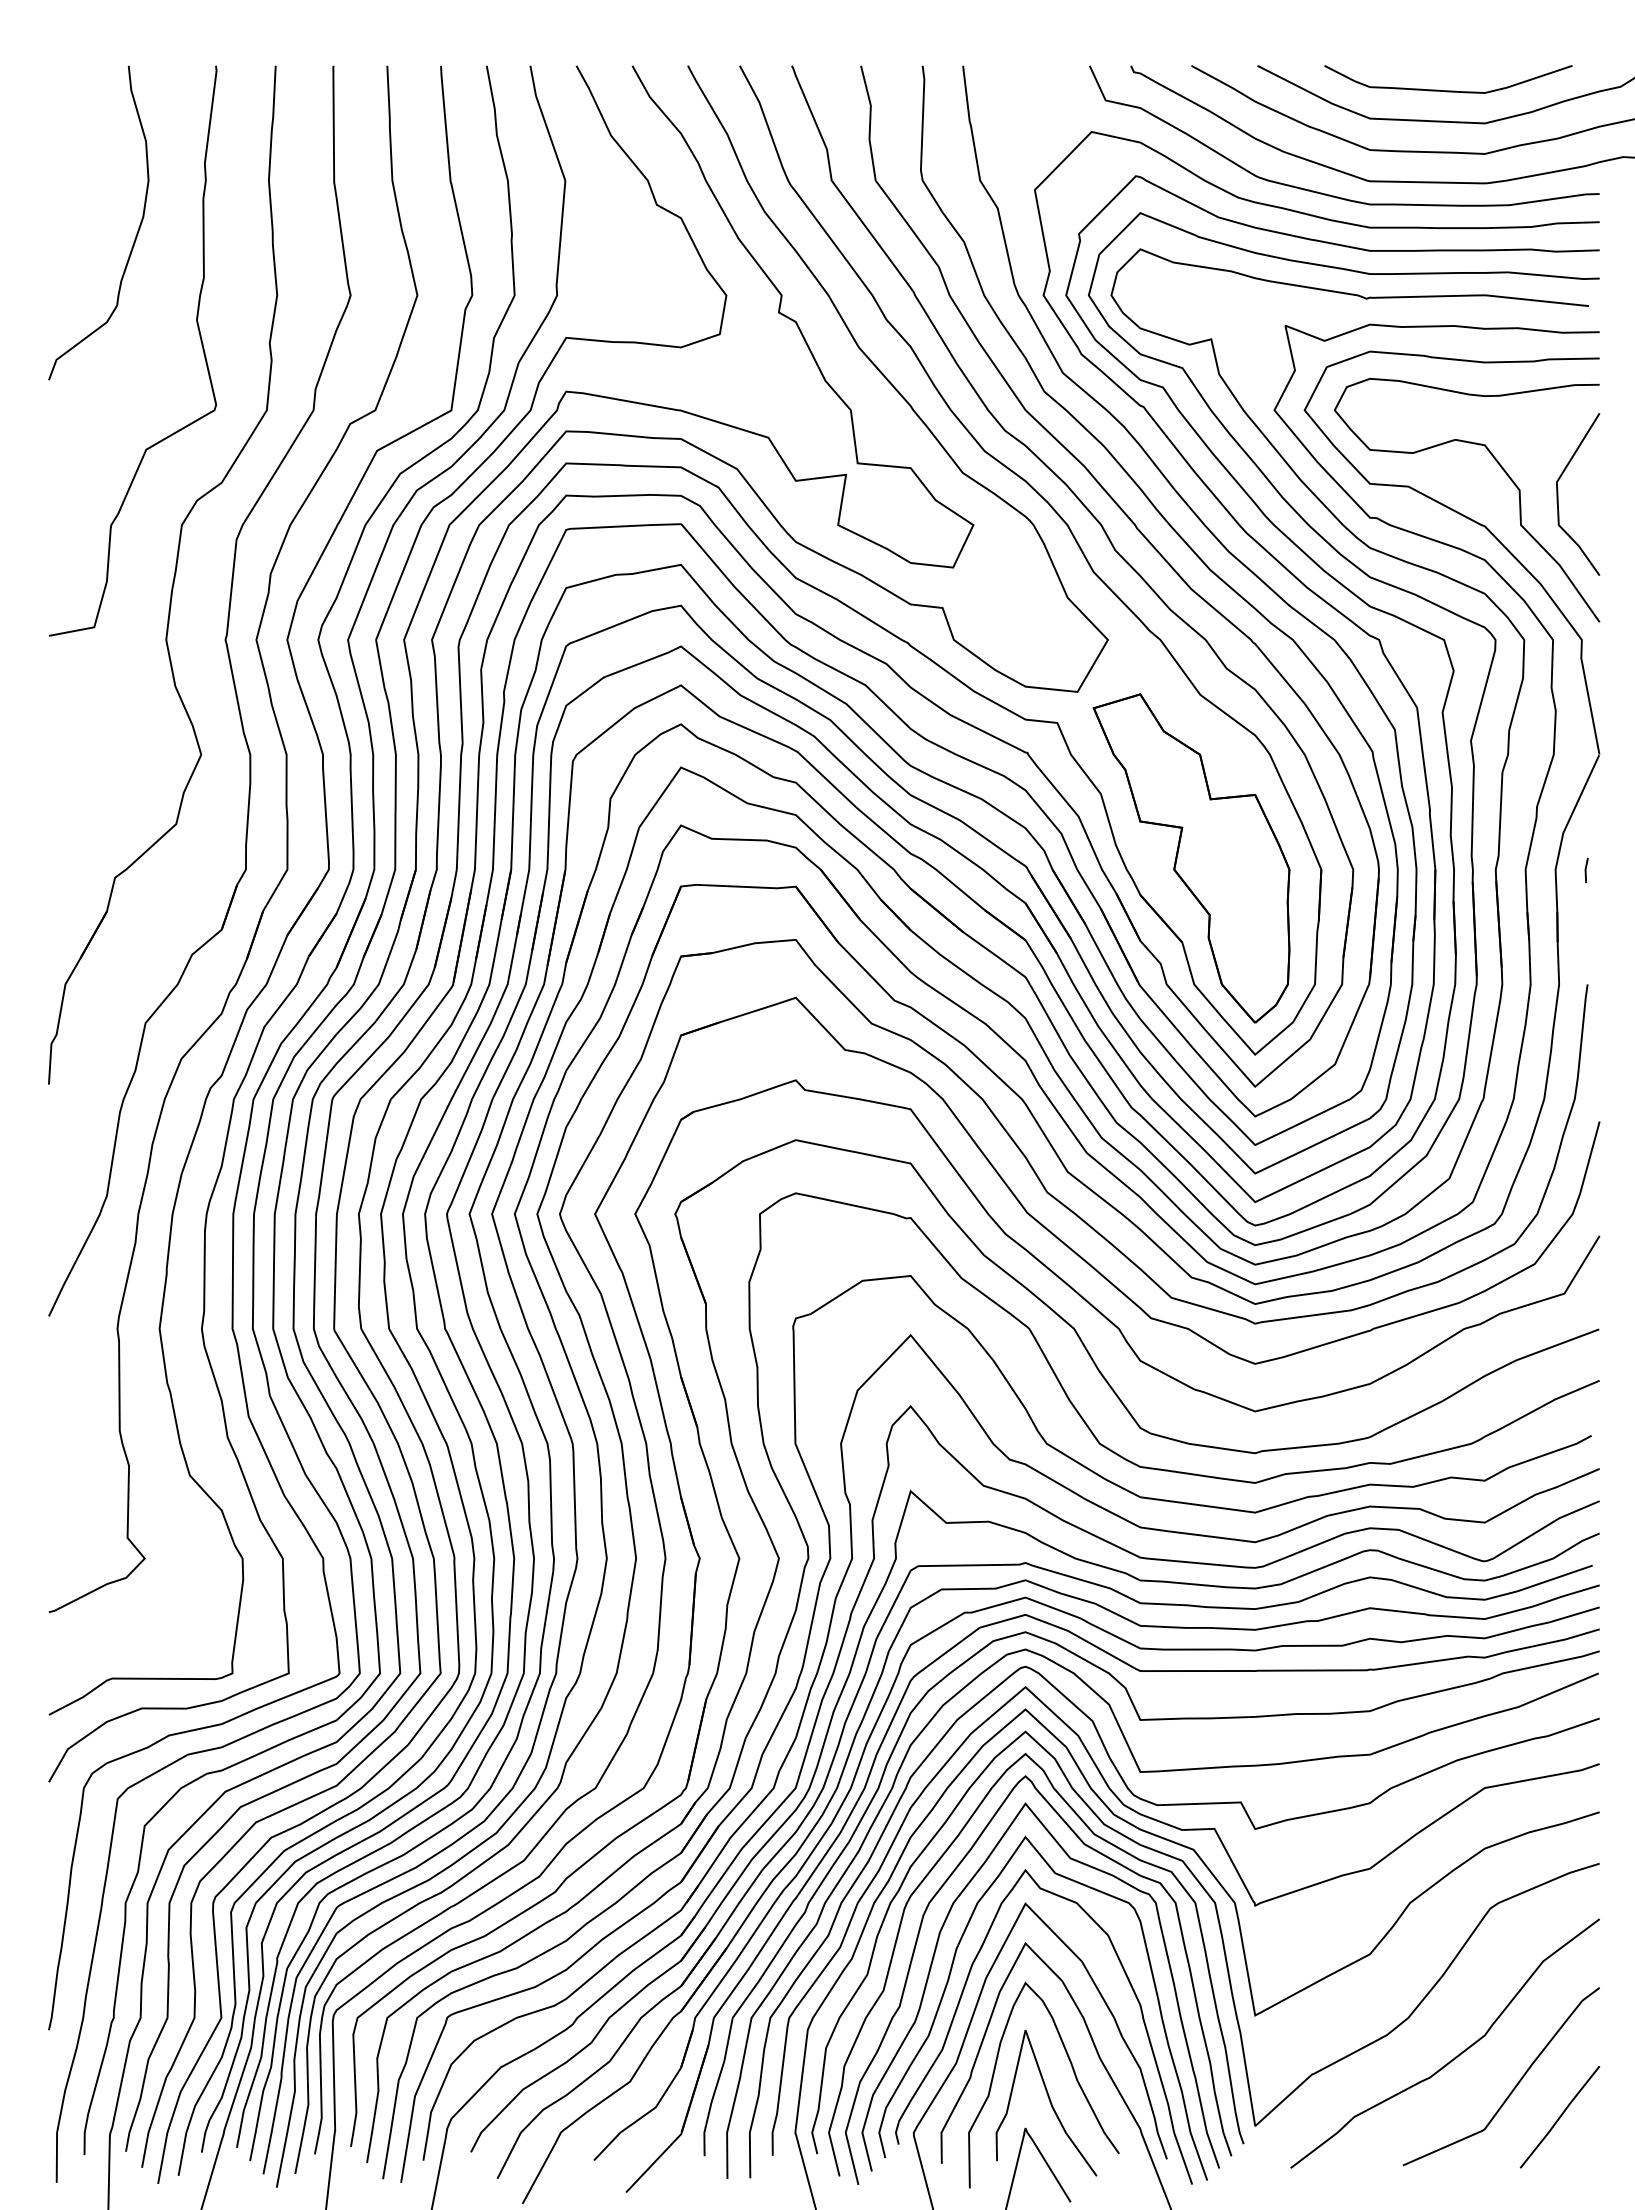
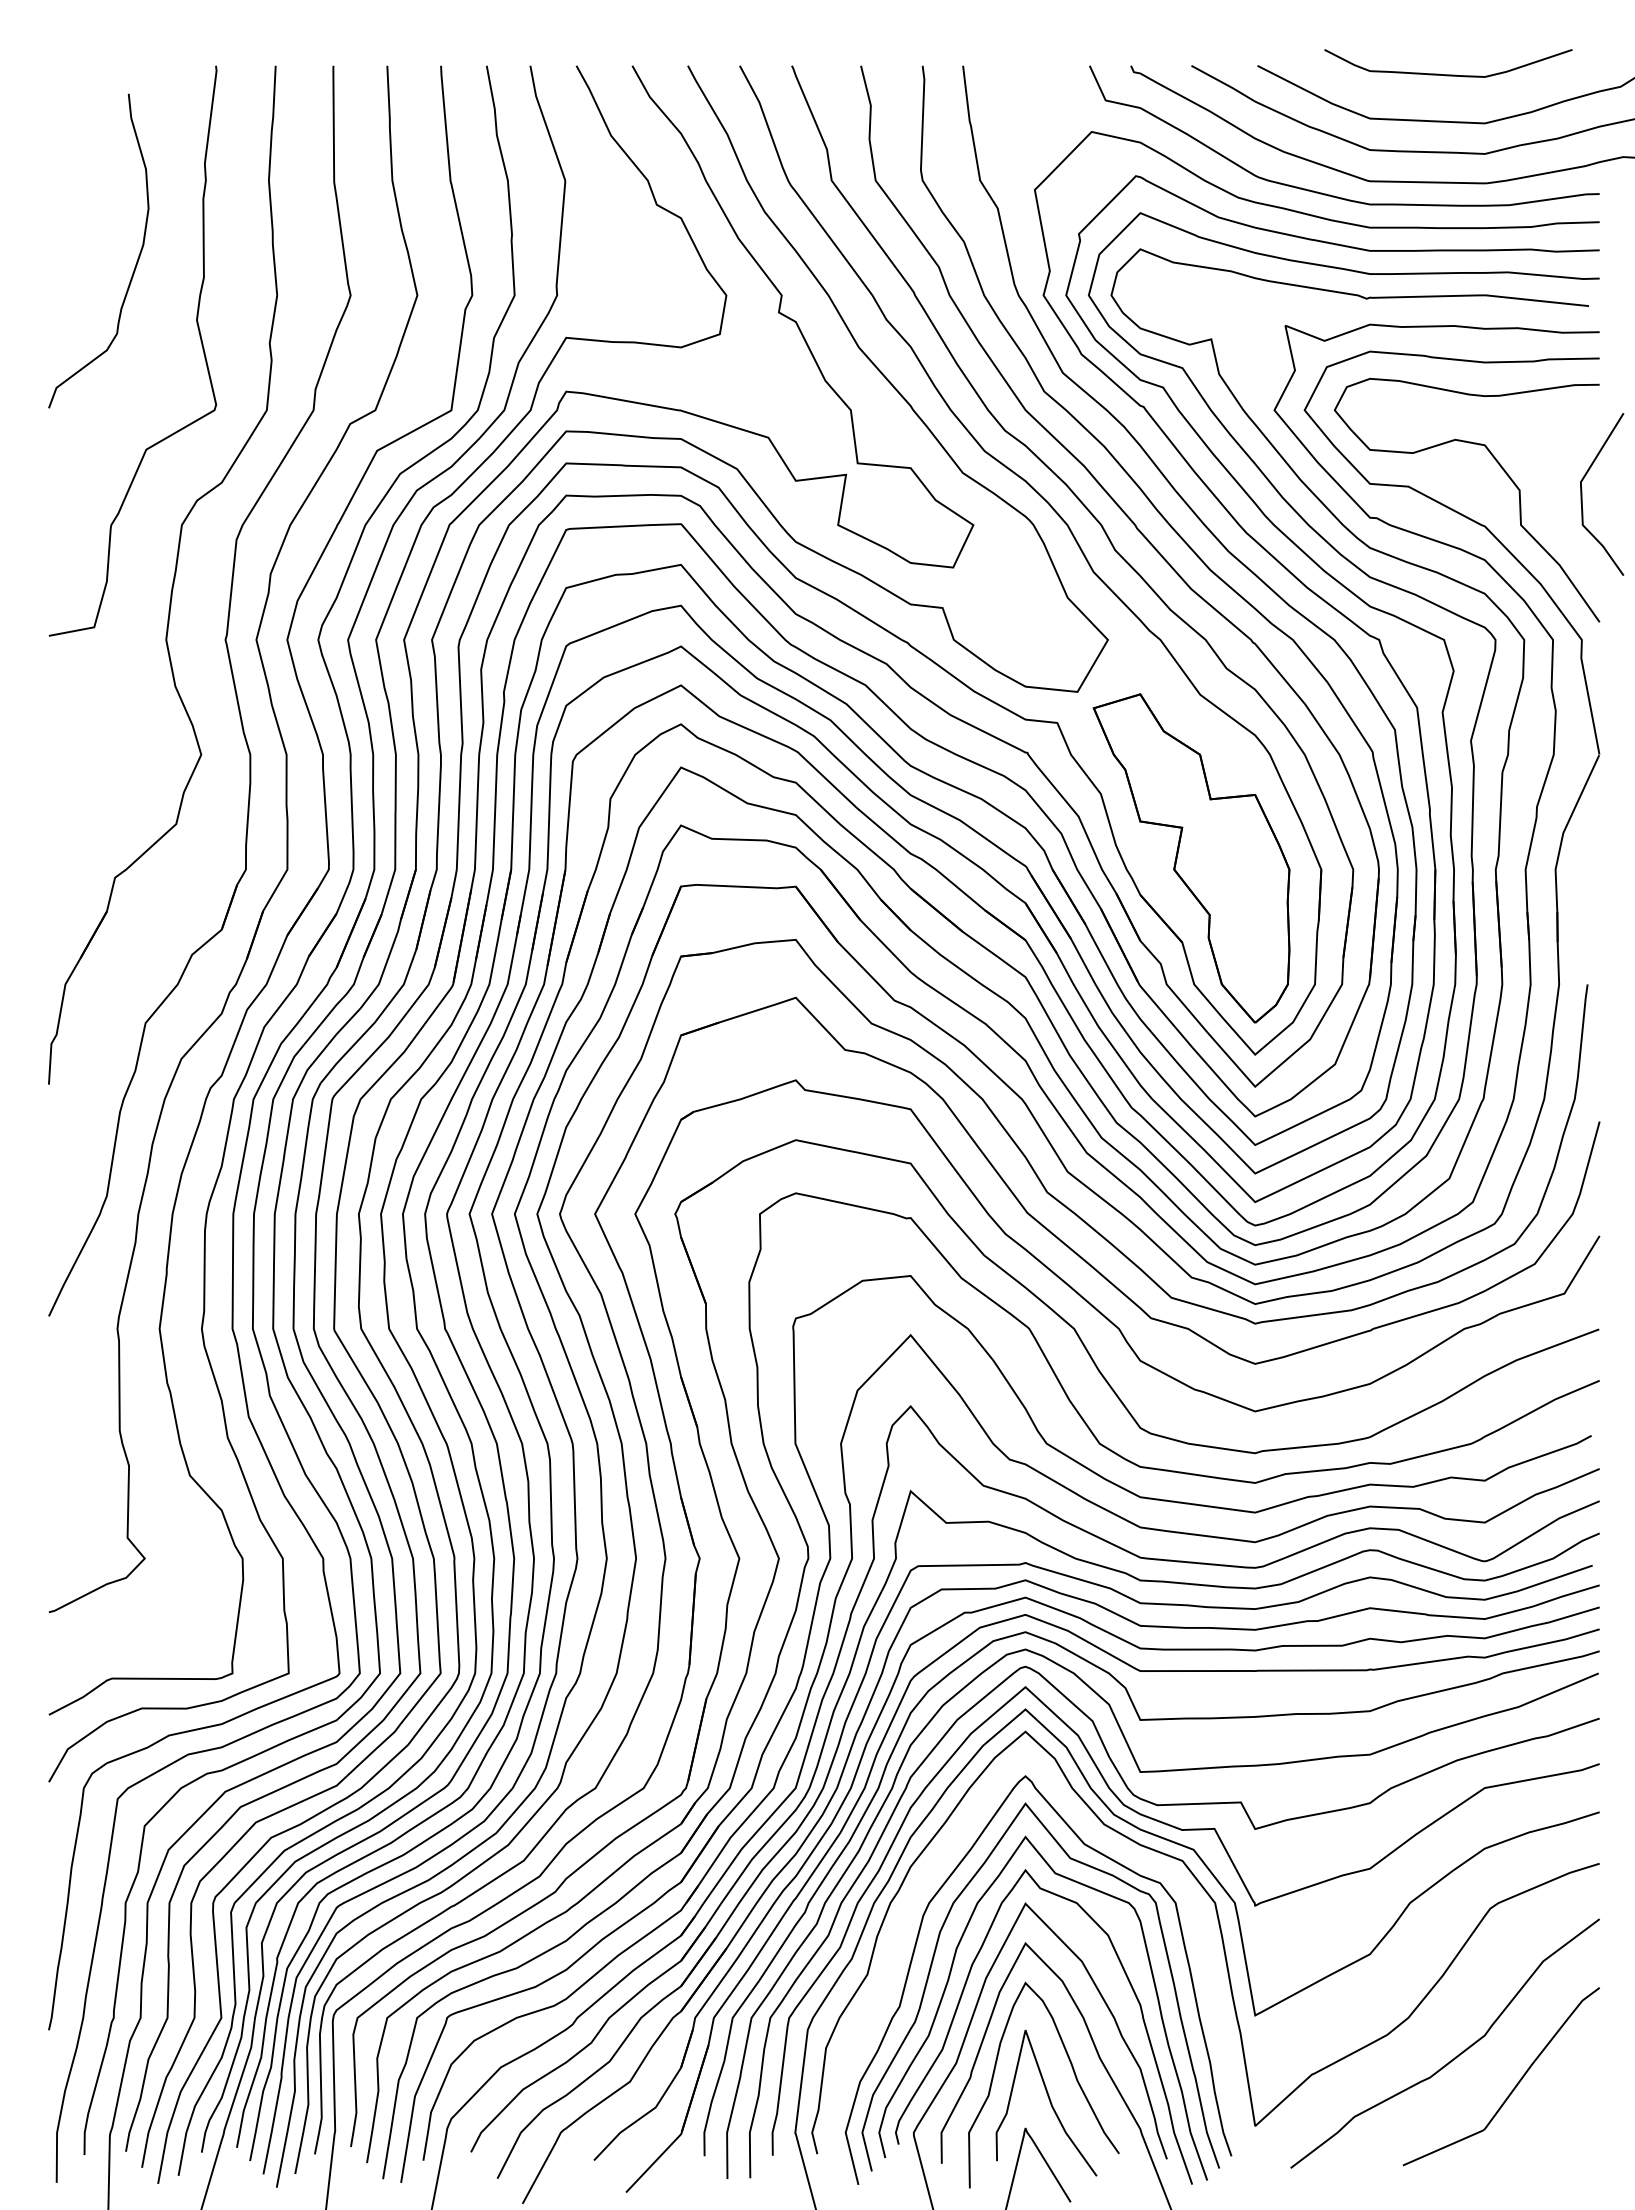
curve at (1448, 90) position: (1448, 90) -> (1448, 74)
curve at (136, 233) position: (136, 233) -> (136, 261)
line at (1558, 494) position: (1558, 494) -> (1582, 494)
line at (1586, 870): present -> none
curve at (928, 1875): present -> none
line at (1559, 2117): present -> none
